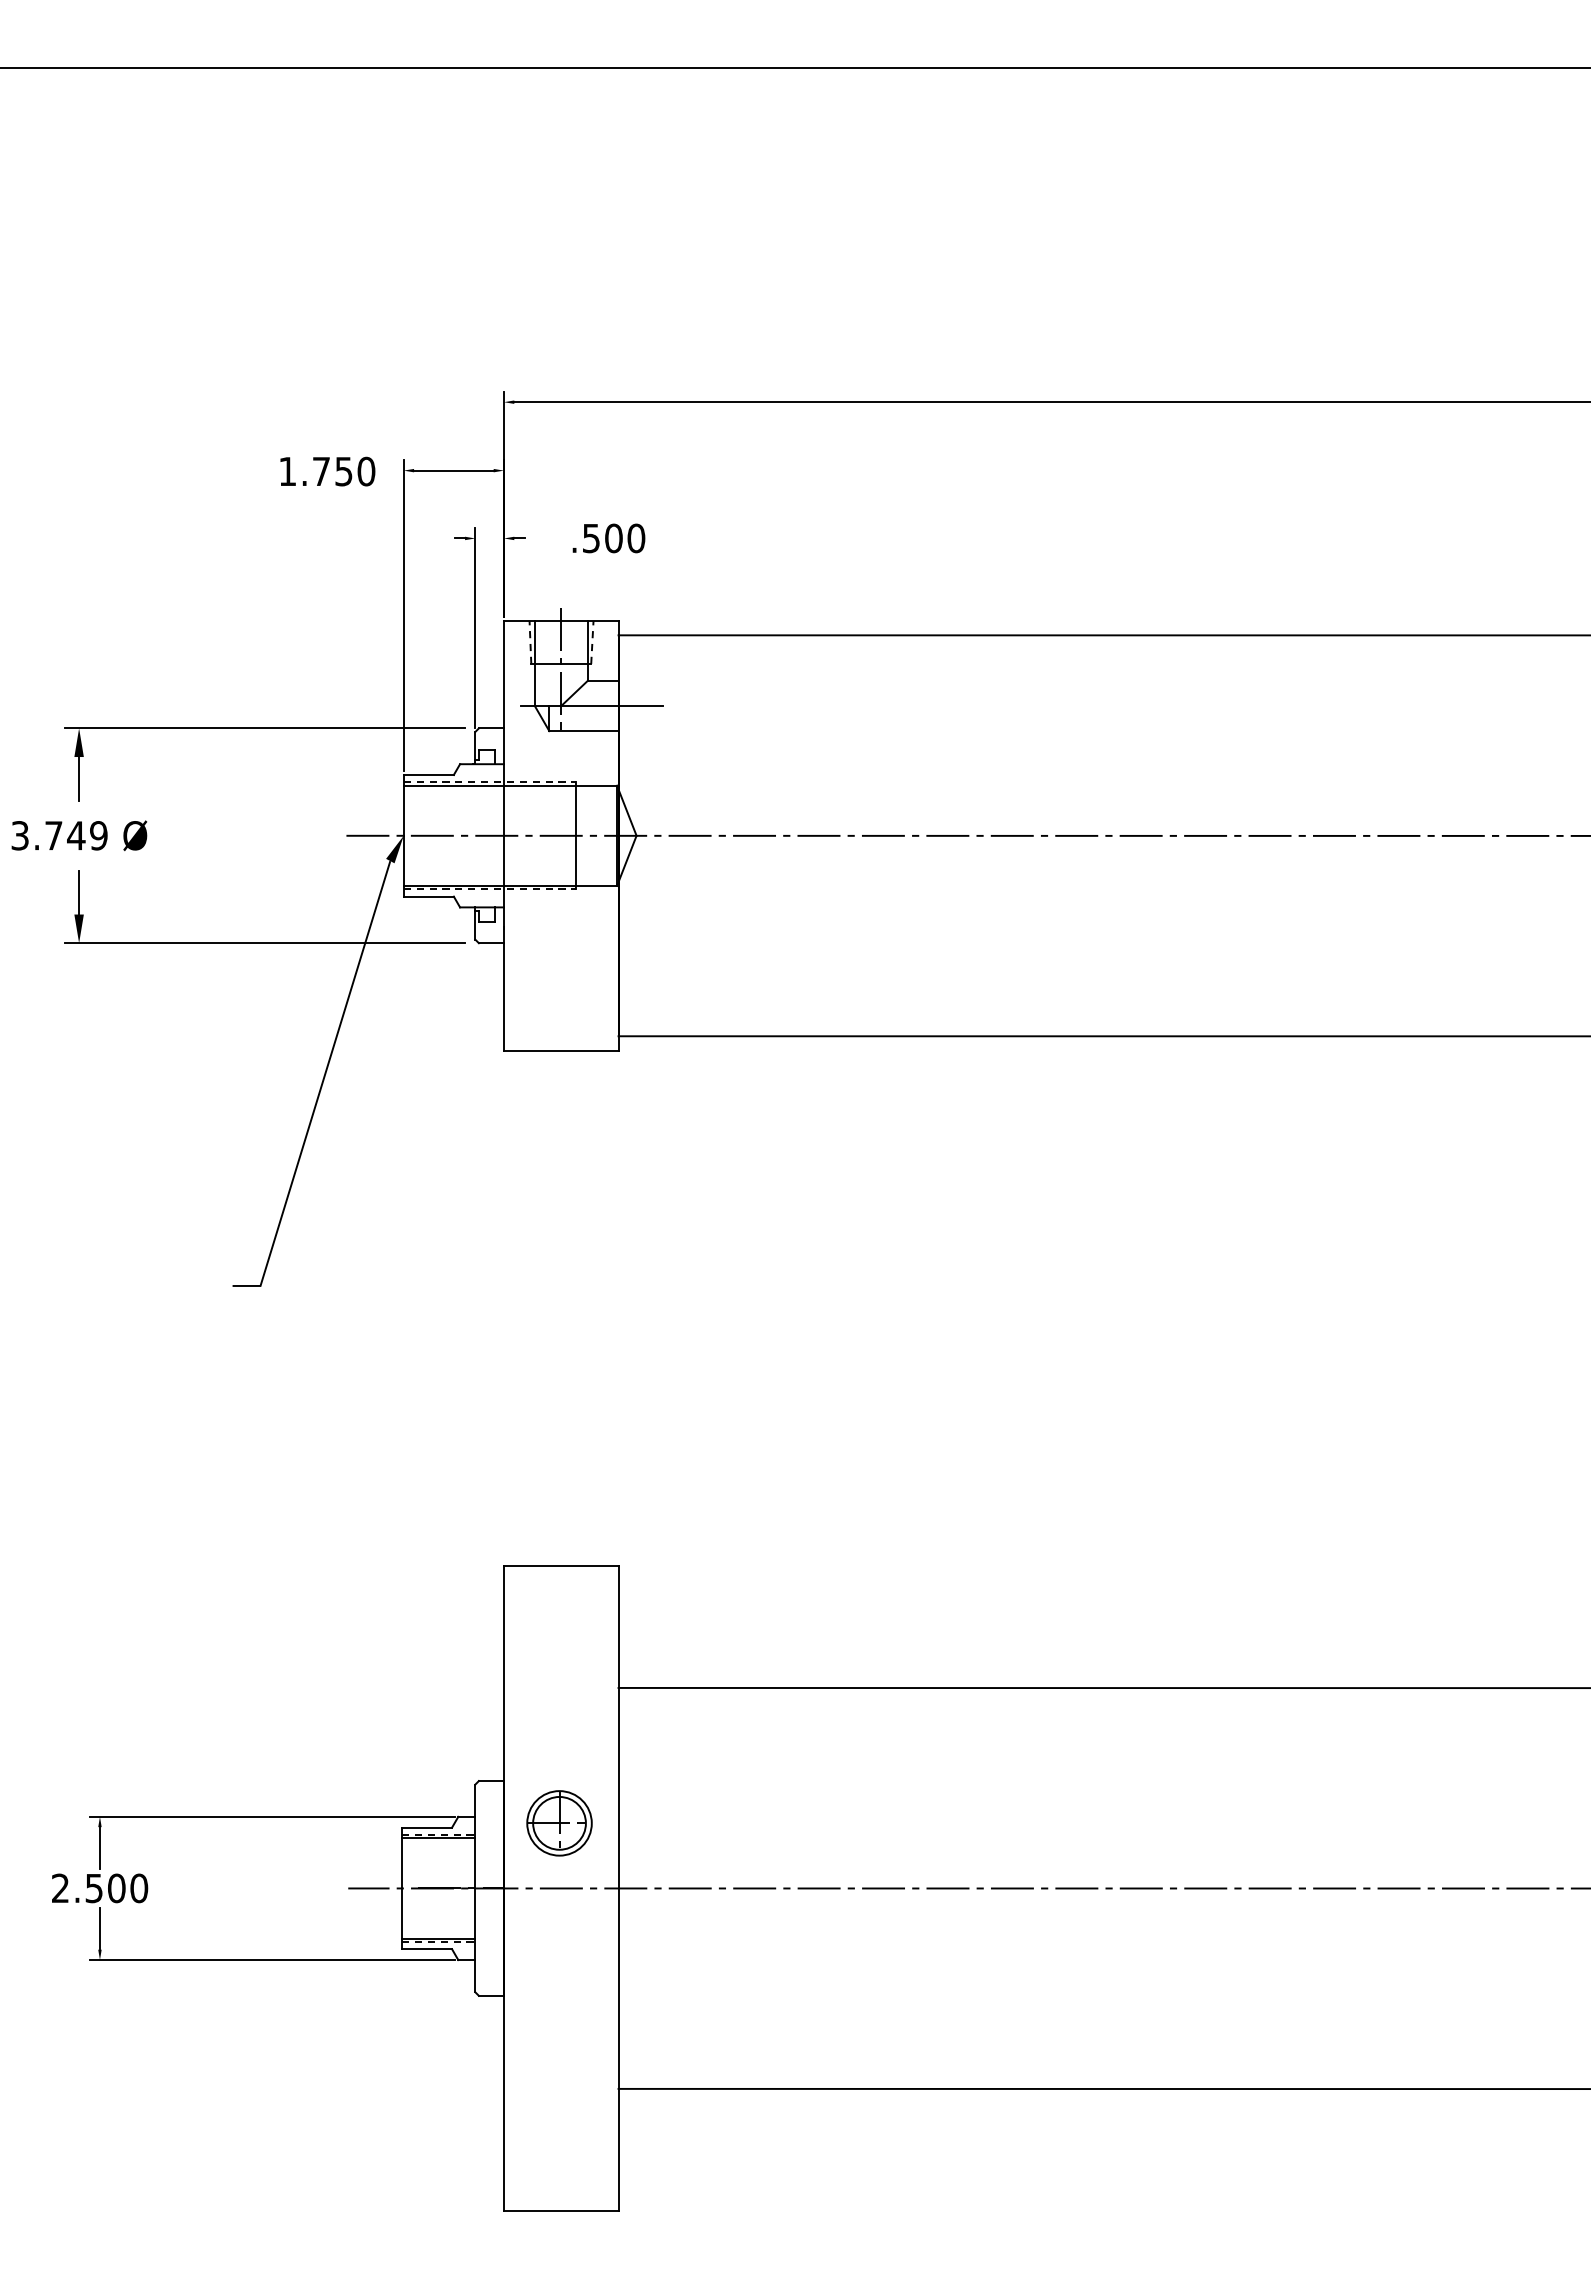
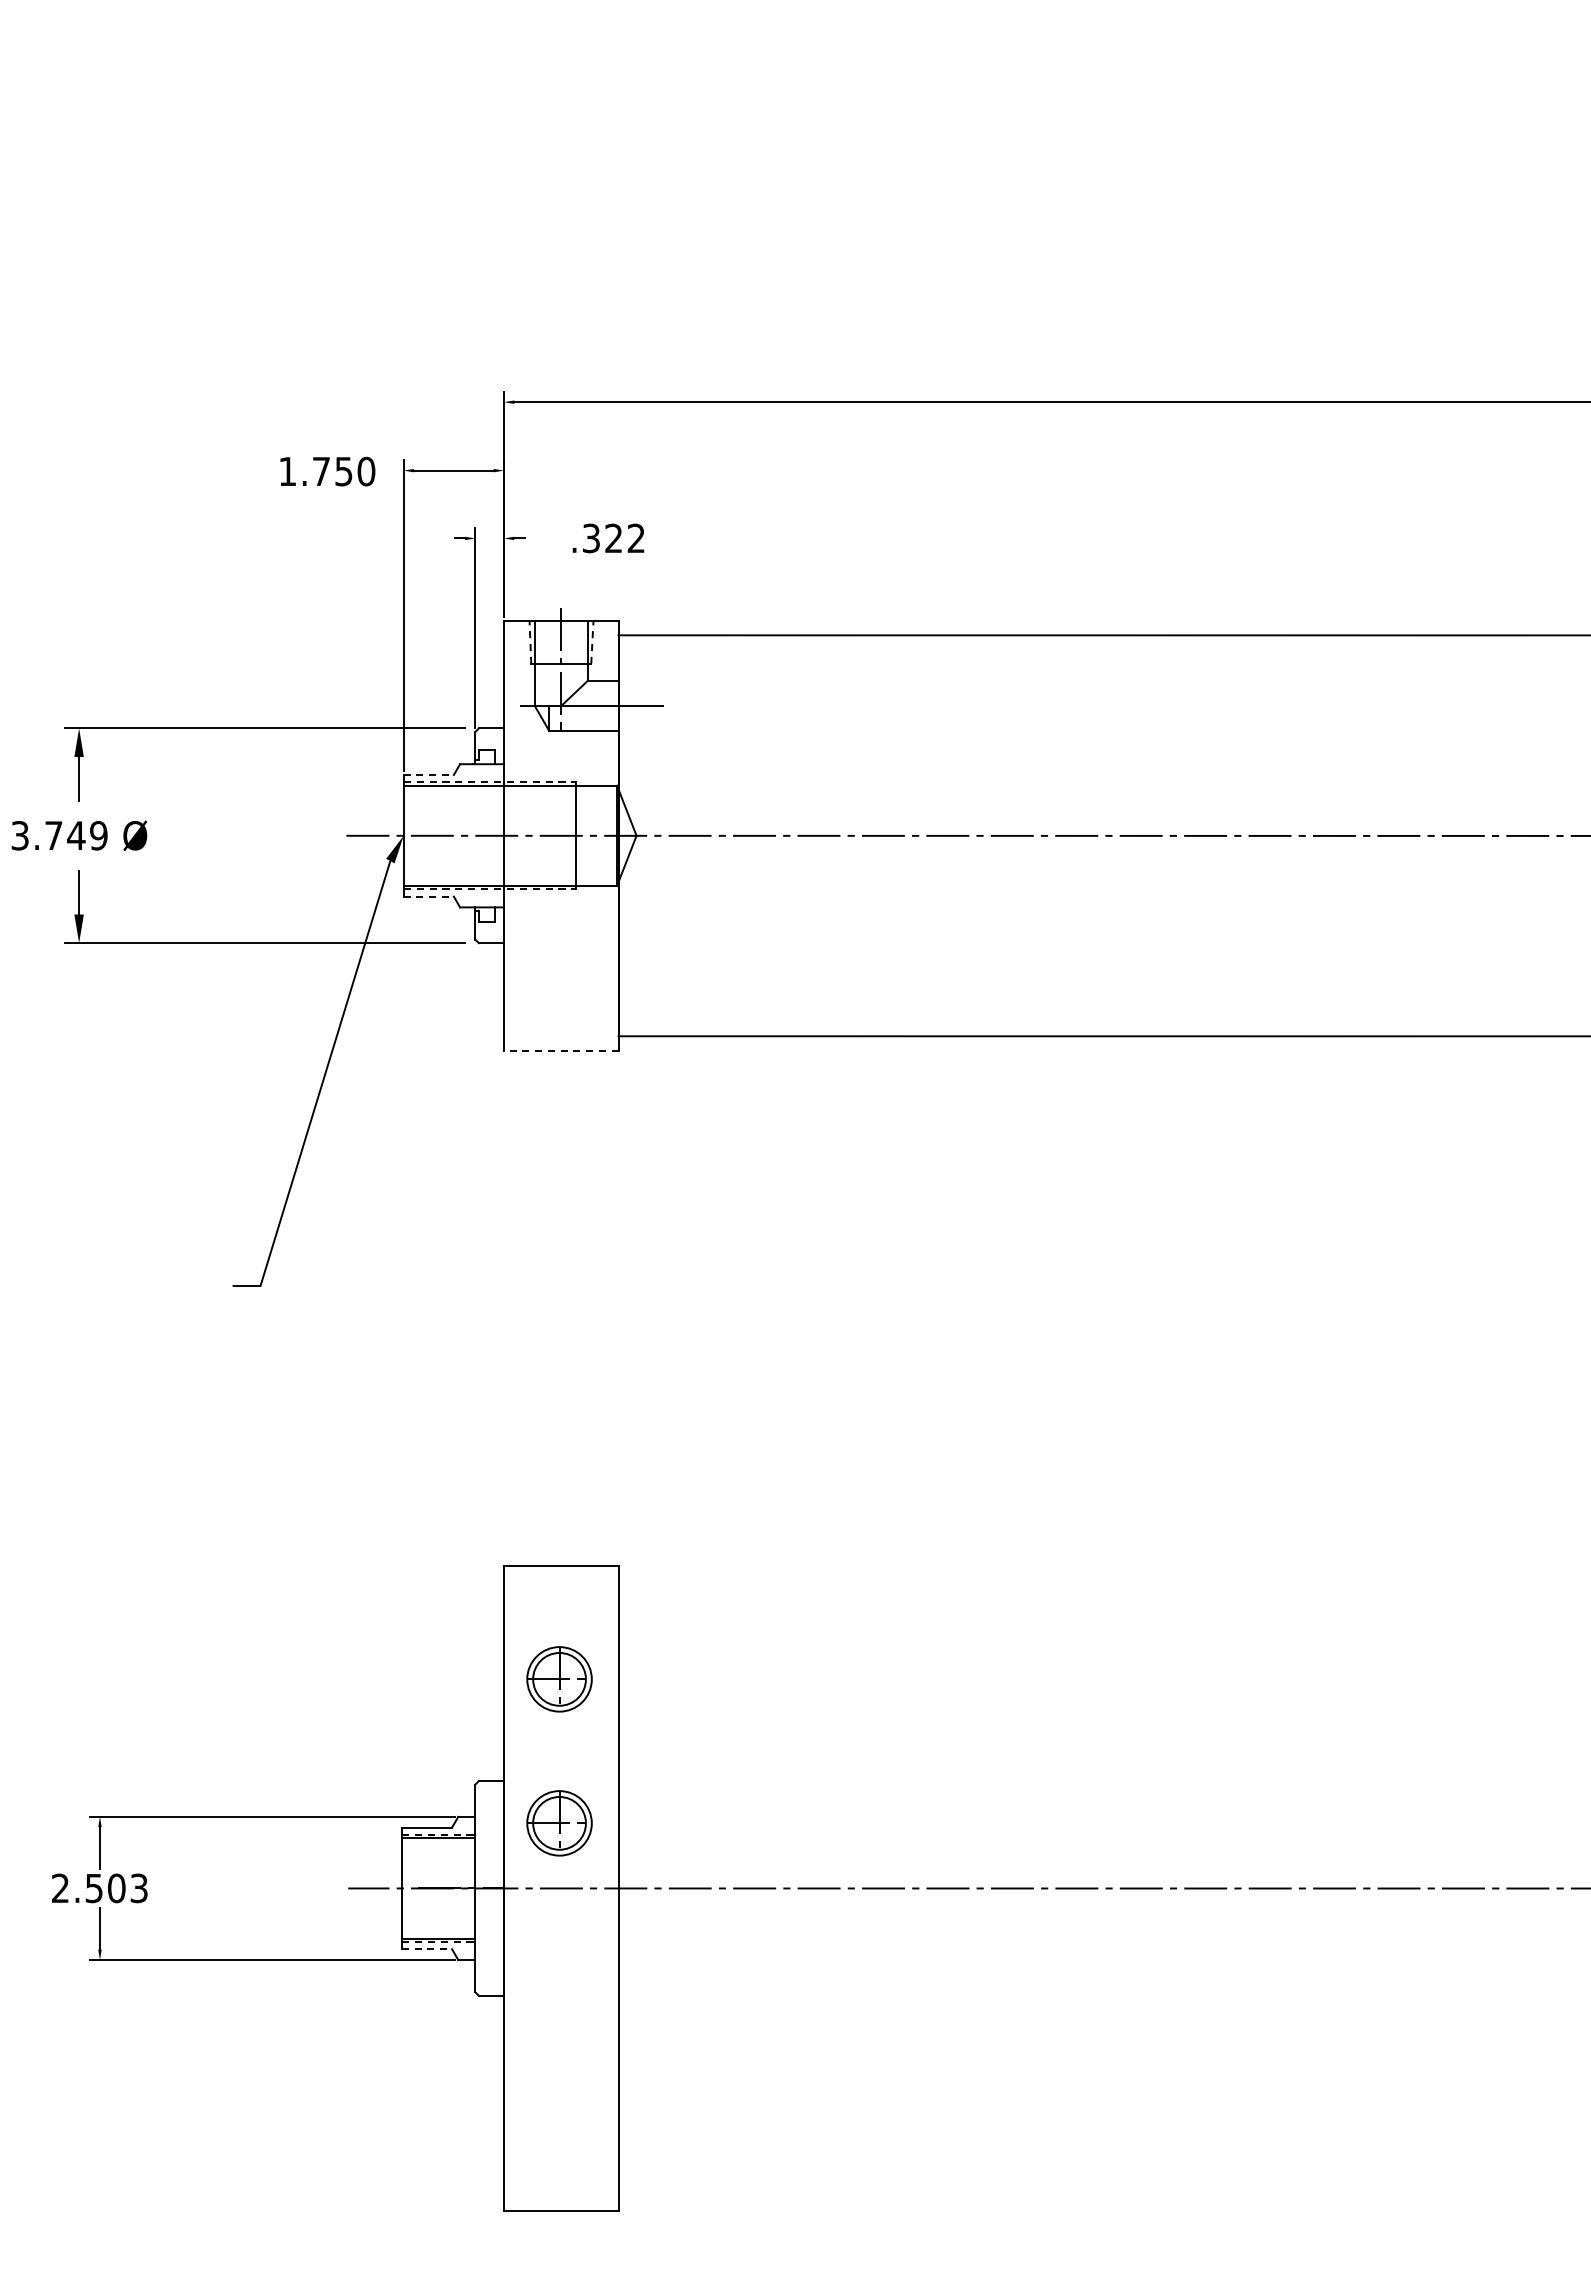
line at (794, 68): present -> none
text at (614, 538): .500 -> .322
line at (429, 774): solid -> dashed
line at (429, 896): solid -> dashed
line at (560, 1050): solid -> dashed
part at (559, 1679): none -> present
line at (1102, 1687): present -> none
text at (139, 1888): 2.500 -> 2.503
line at (427, 1949): solid -> dashed
line at (1102, 2088): present -> none
